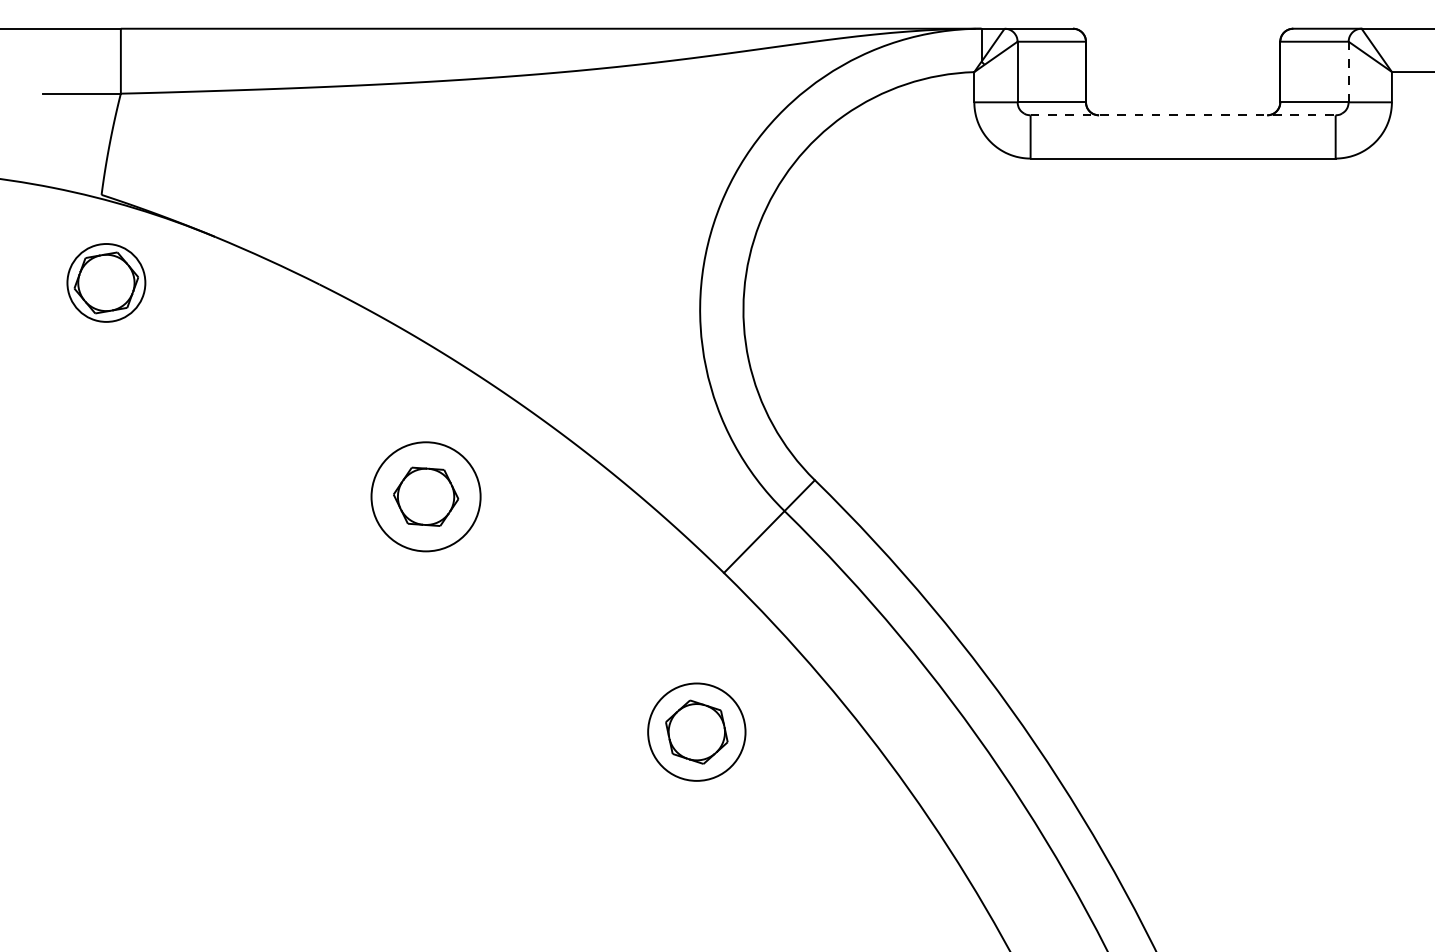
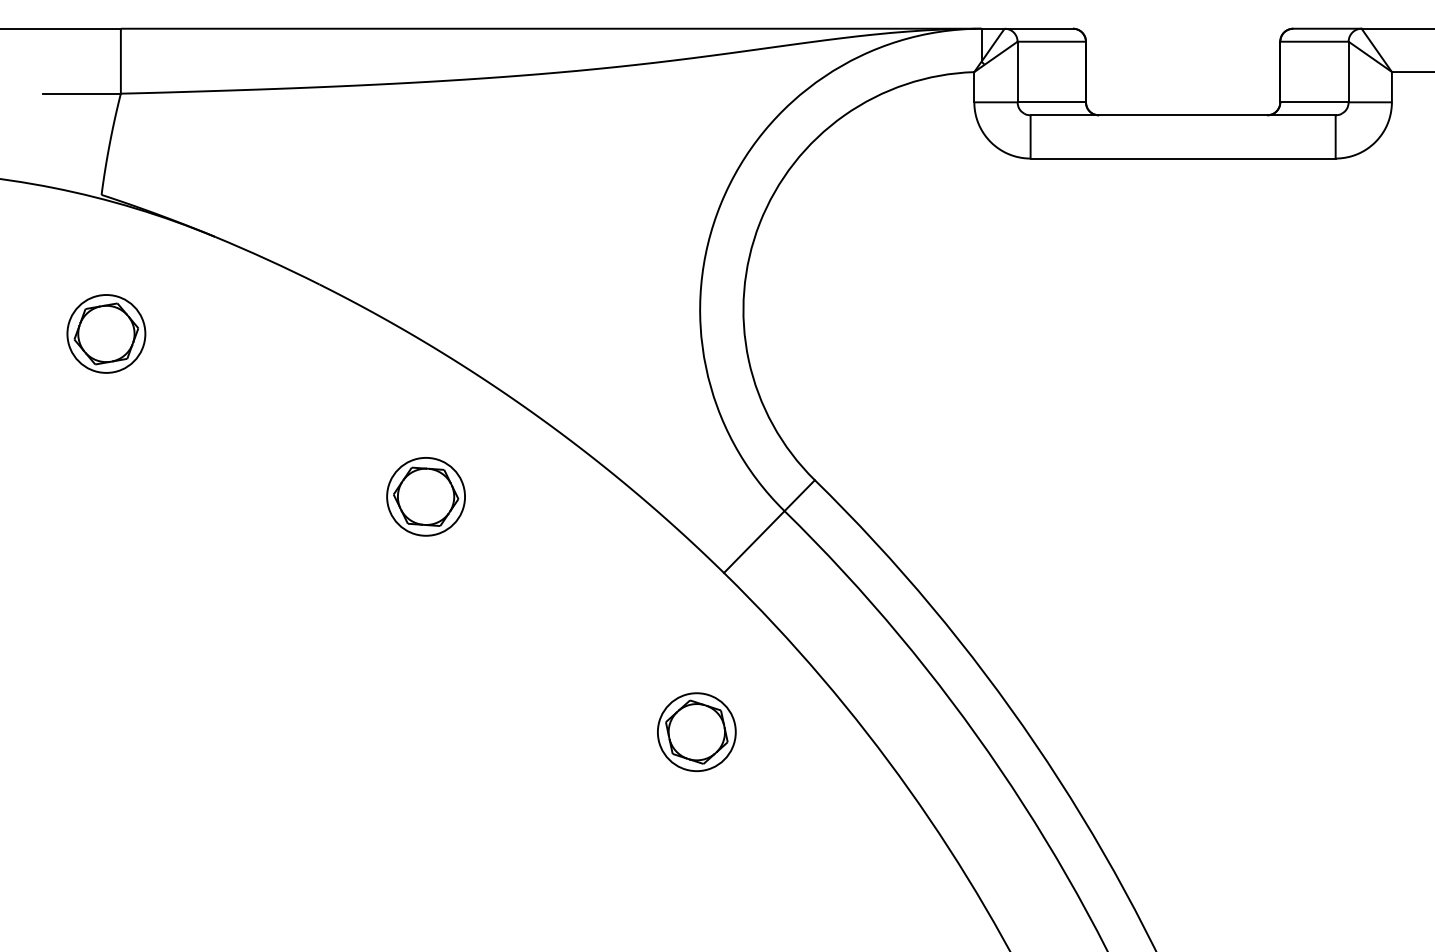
line at (1348, 71): dashed -> solid
line at (1183, 115): dashed -> solid
part at (106, 282) position: (106, 282) -> (106, 333)
circle at (425, 496) diameter: 109 px -> 78 px
circle at (696, 731) diameter: 97 px -> 78 px
